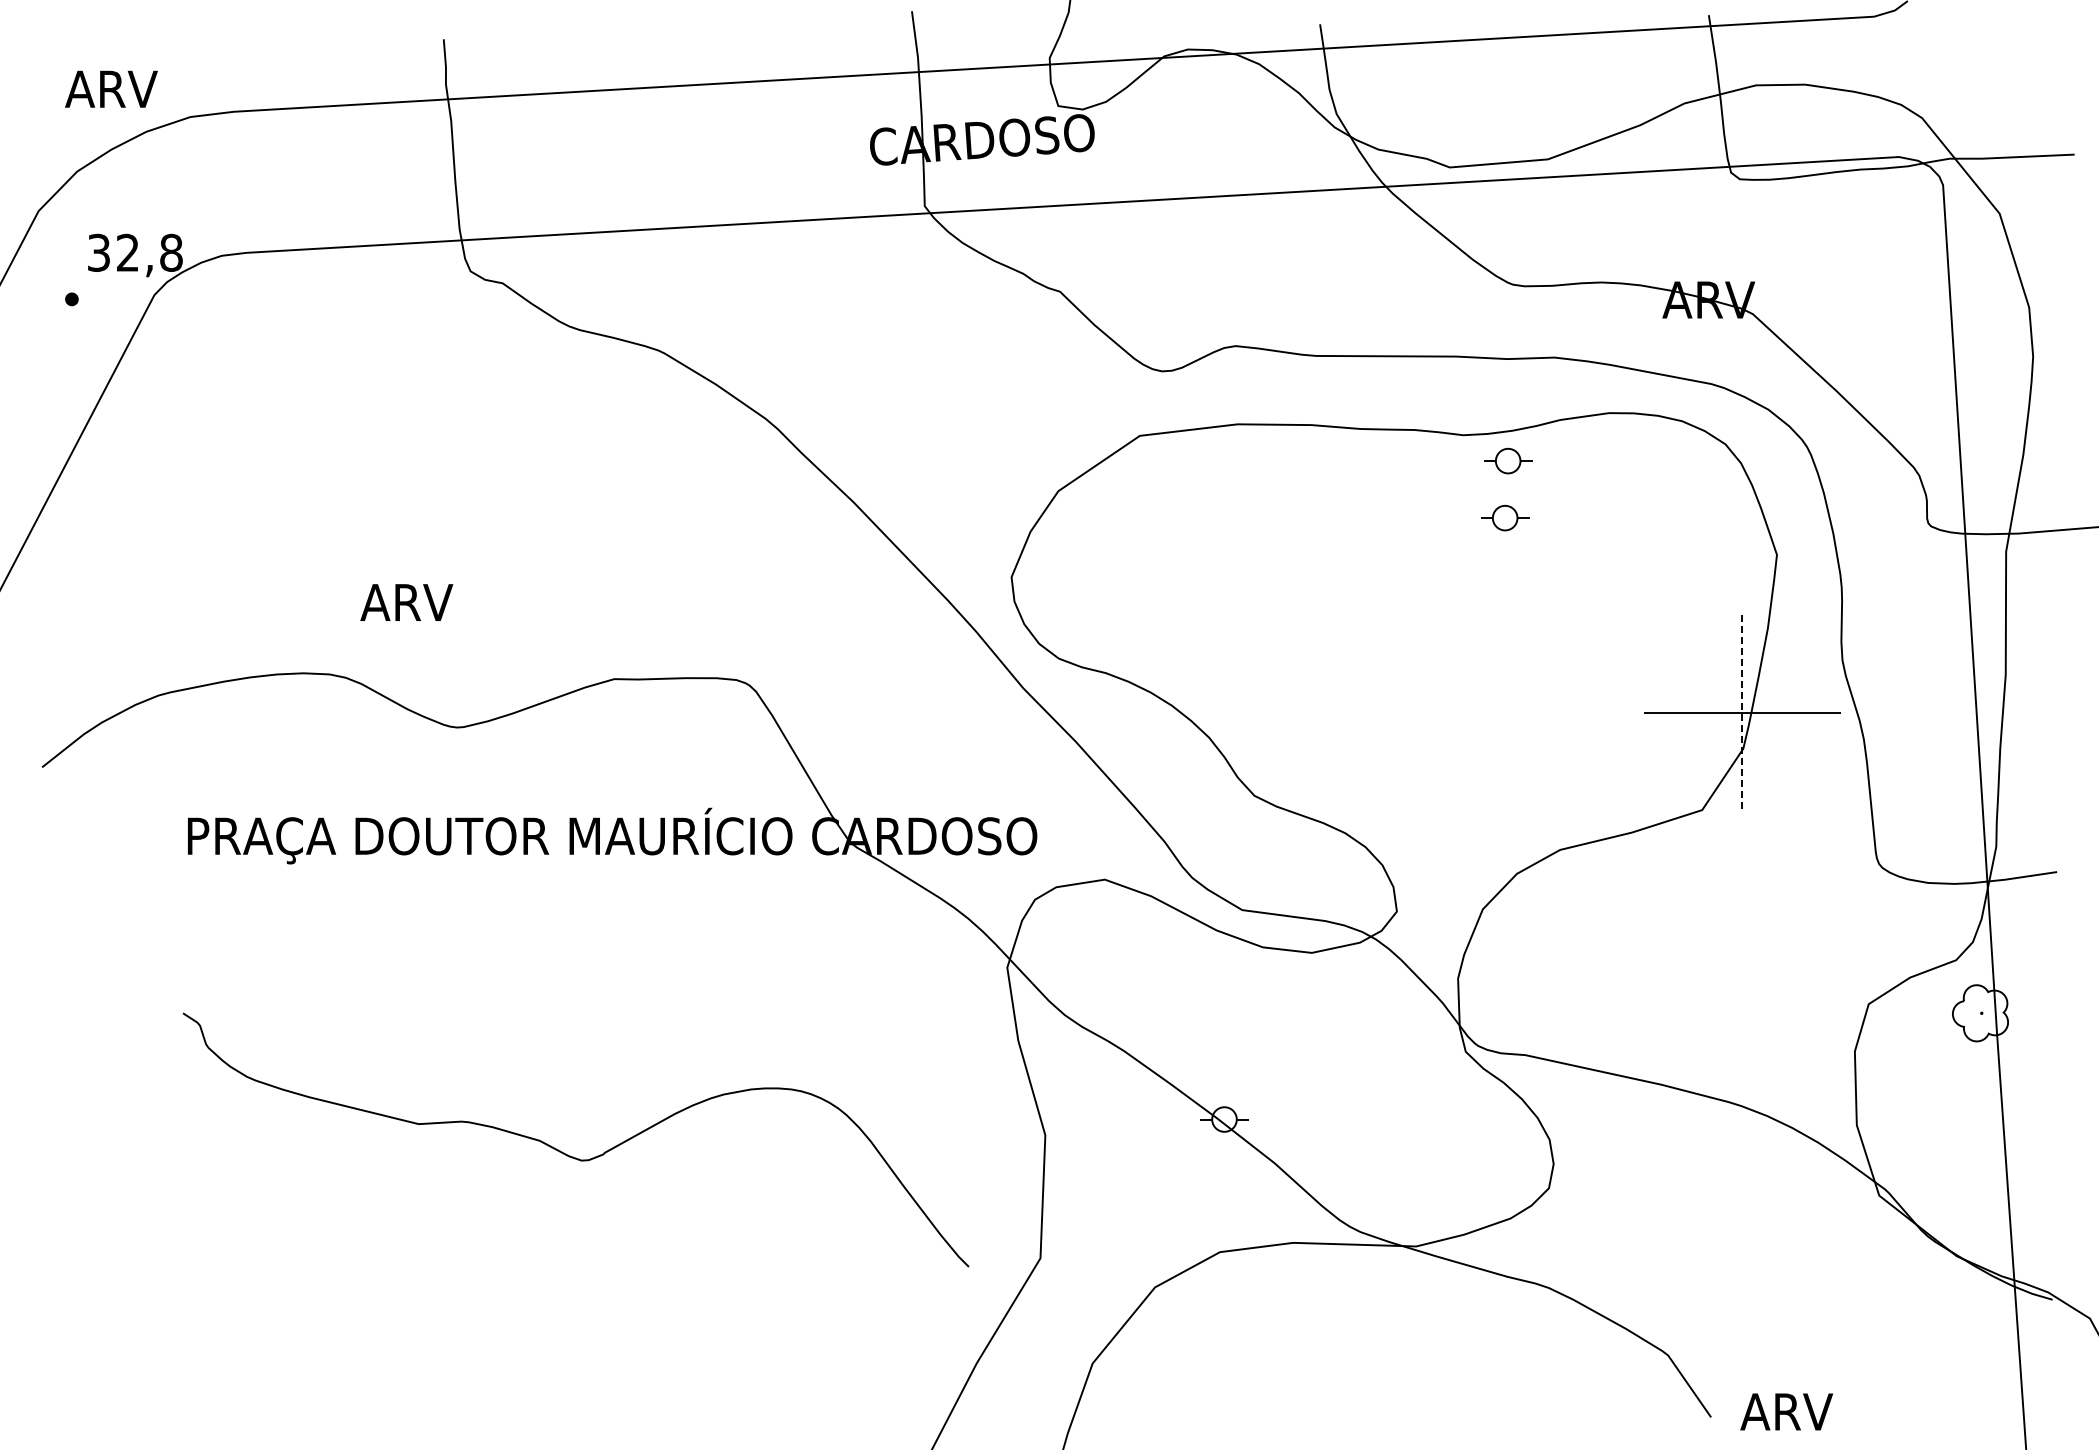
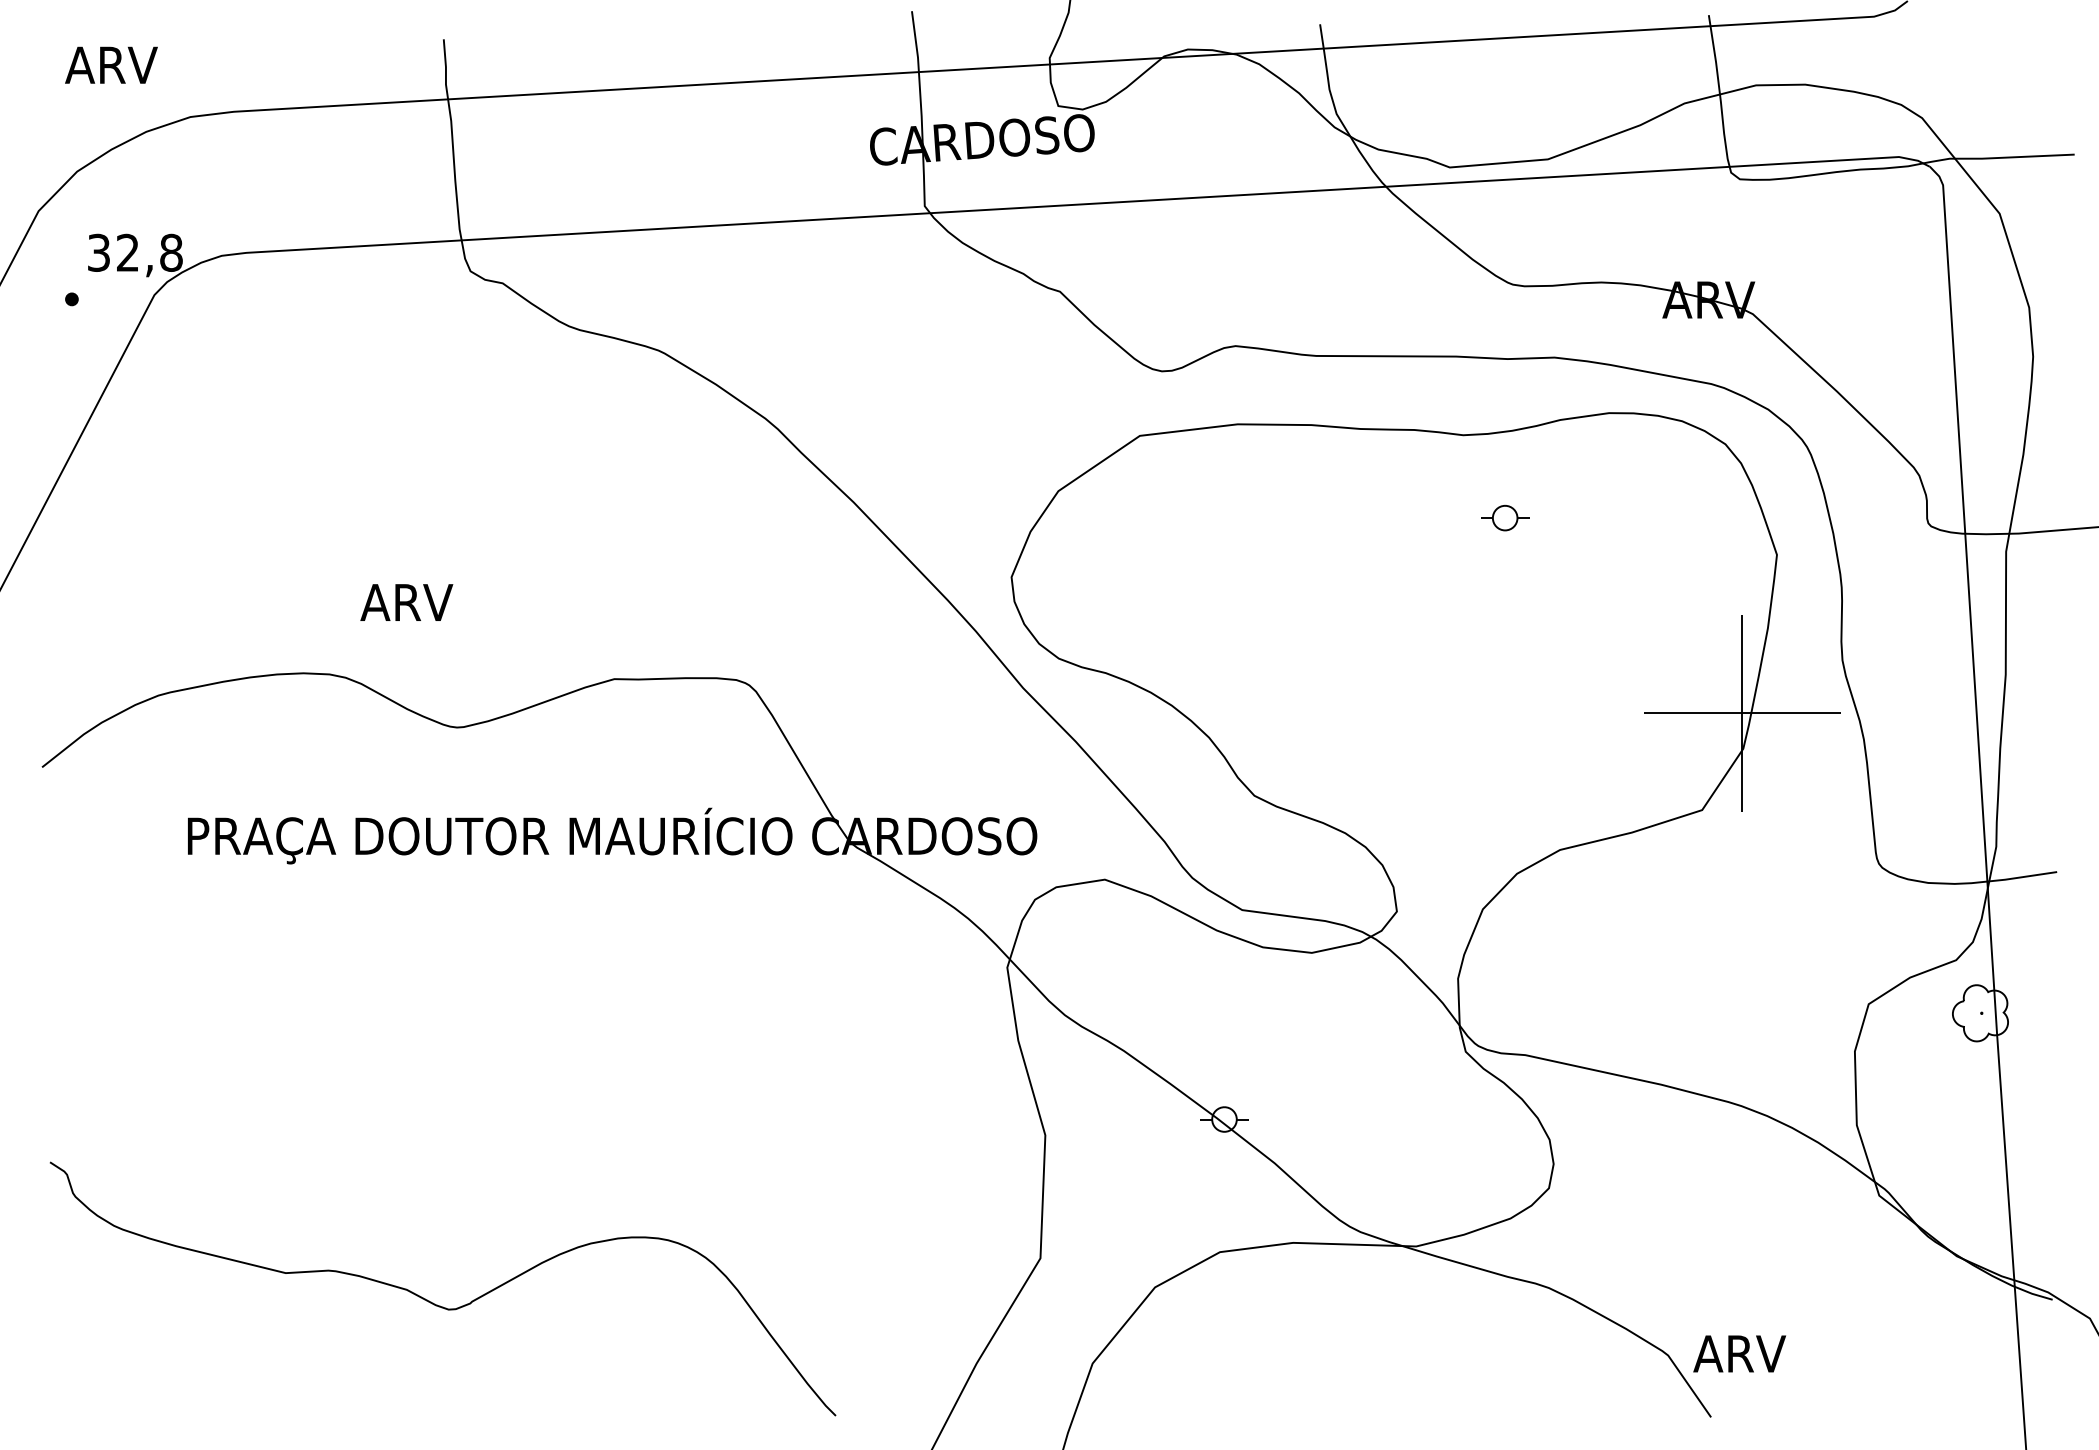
text at (111, 88) position: (111, 88) -> (111, 64)
part at (1508, 460): present -> none
line at (1742, 713): dashed -> solid
curve at (566, 1153) position: (566, 1153) -> (433, 1302)
text at (1786, 1411) position: (1786, 1411) -> (1739, 1353)
